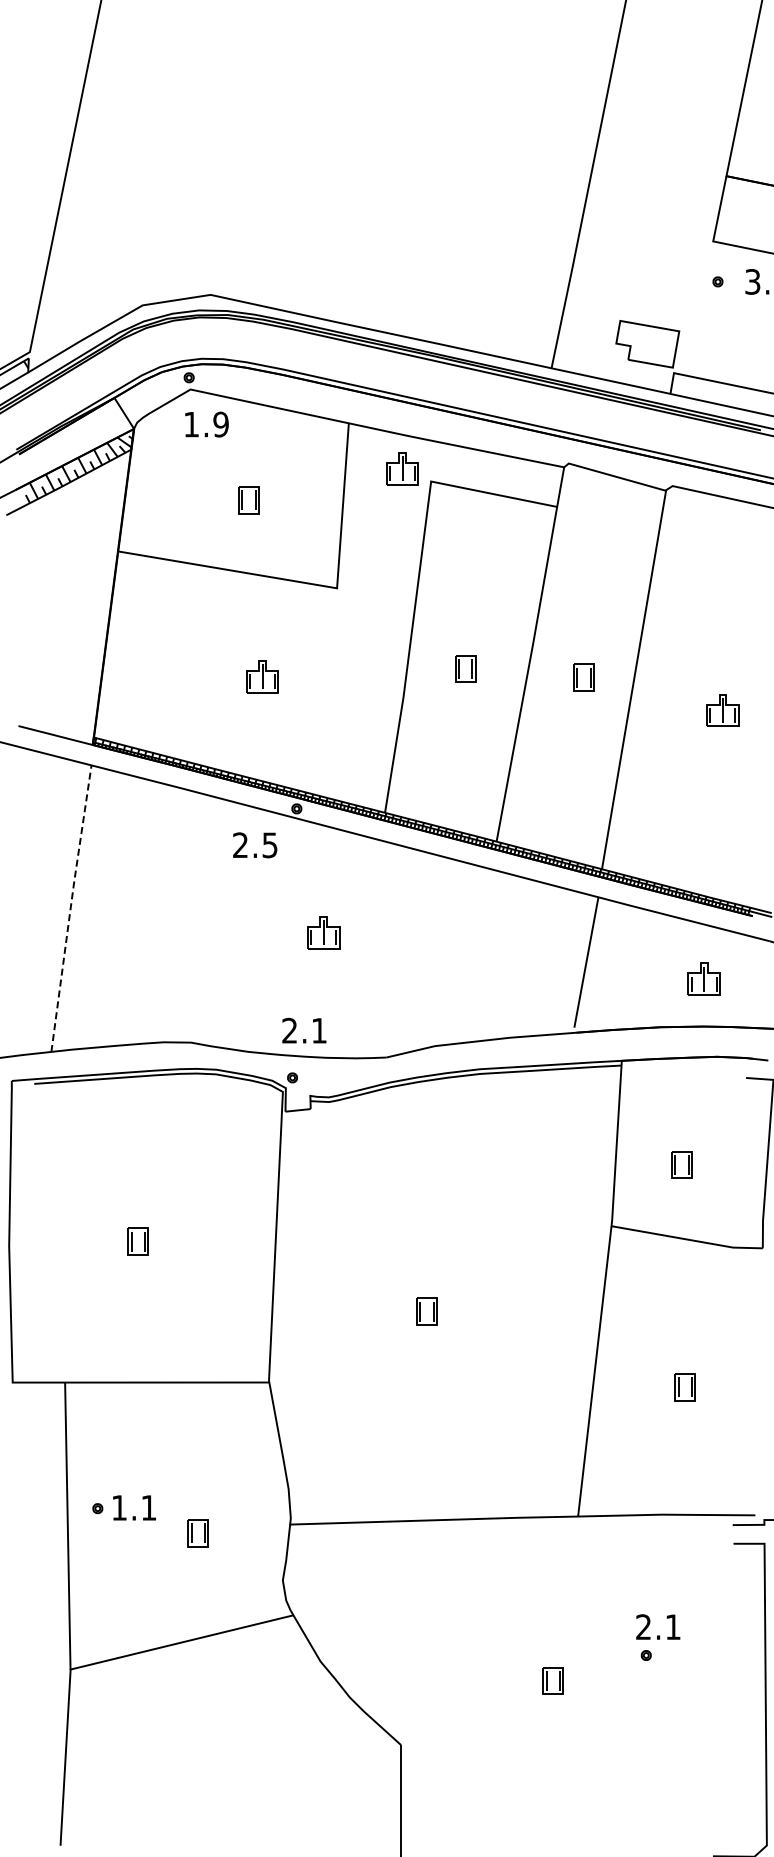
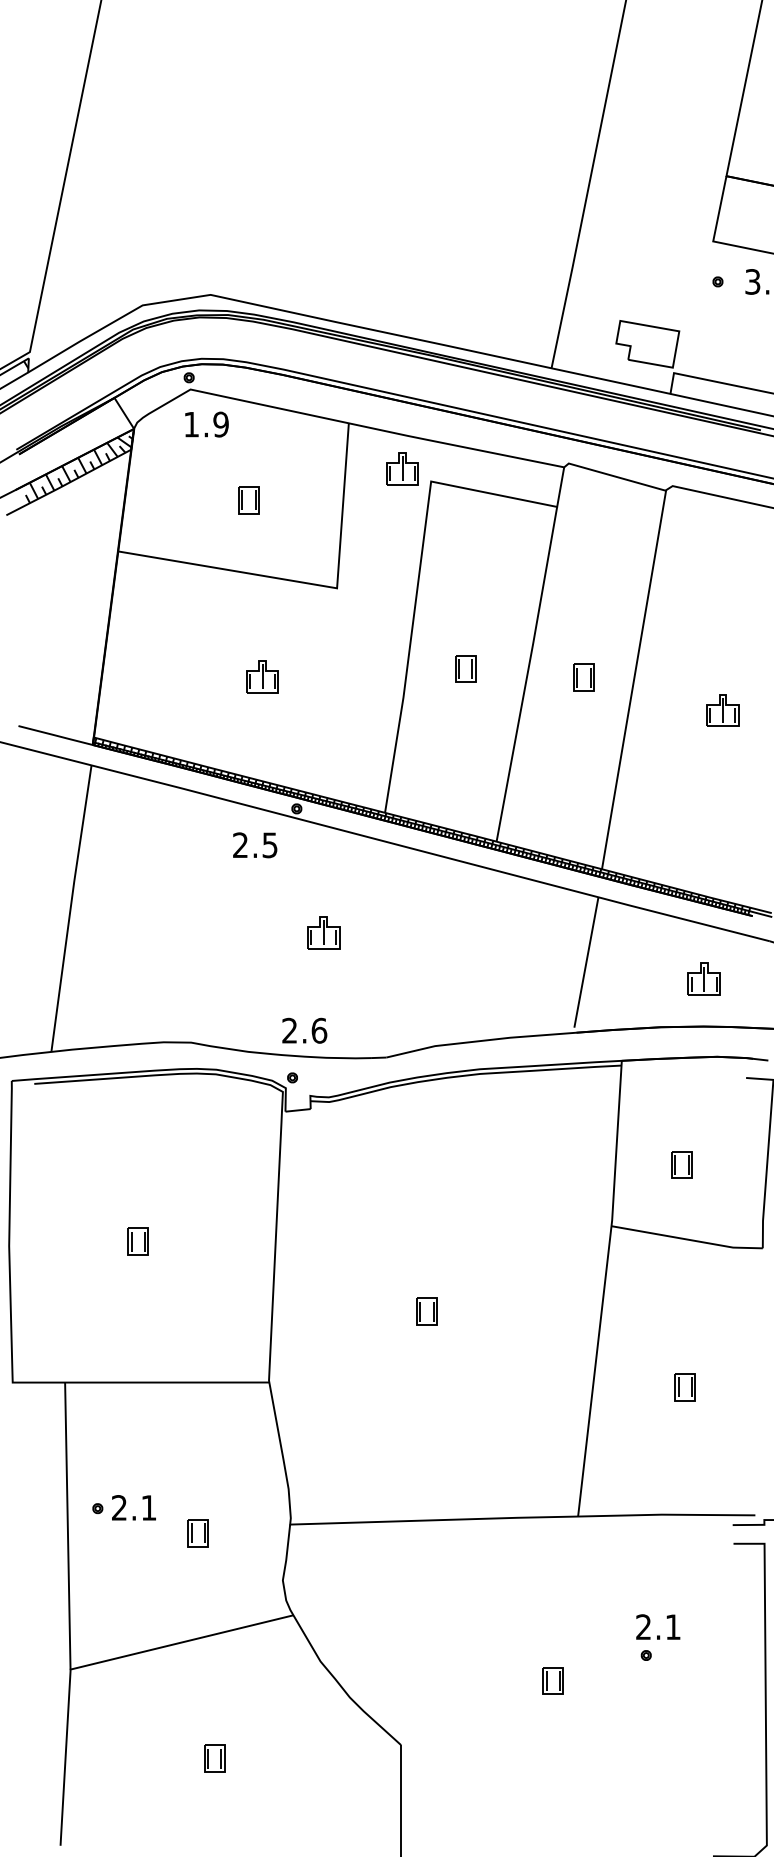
line at (70, 908): dashed -> solid
text at (319, 1030): 2.1 -> 2.6
text at (119, 1507): 1.1 -> 2.1
part at (214, 1758): none -> present
